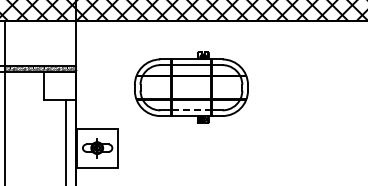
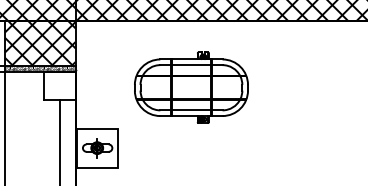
hatch at (39, 42): none -> present
line at (191, 110): dashed -> solid
line at (66, 140) position: (66, 140) -> (60, 140)
